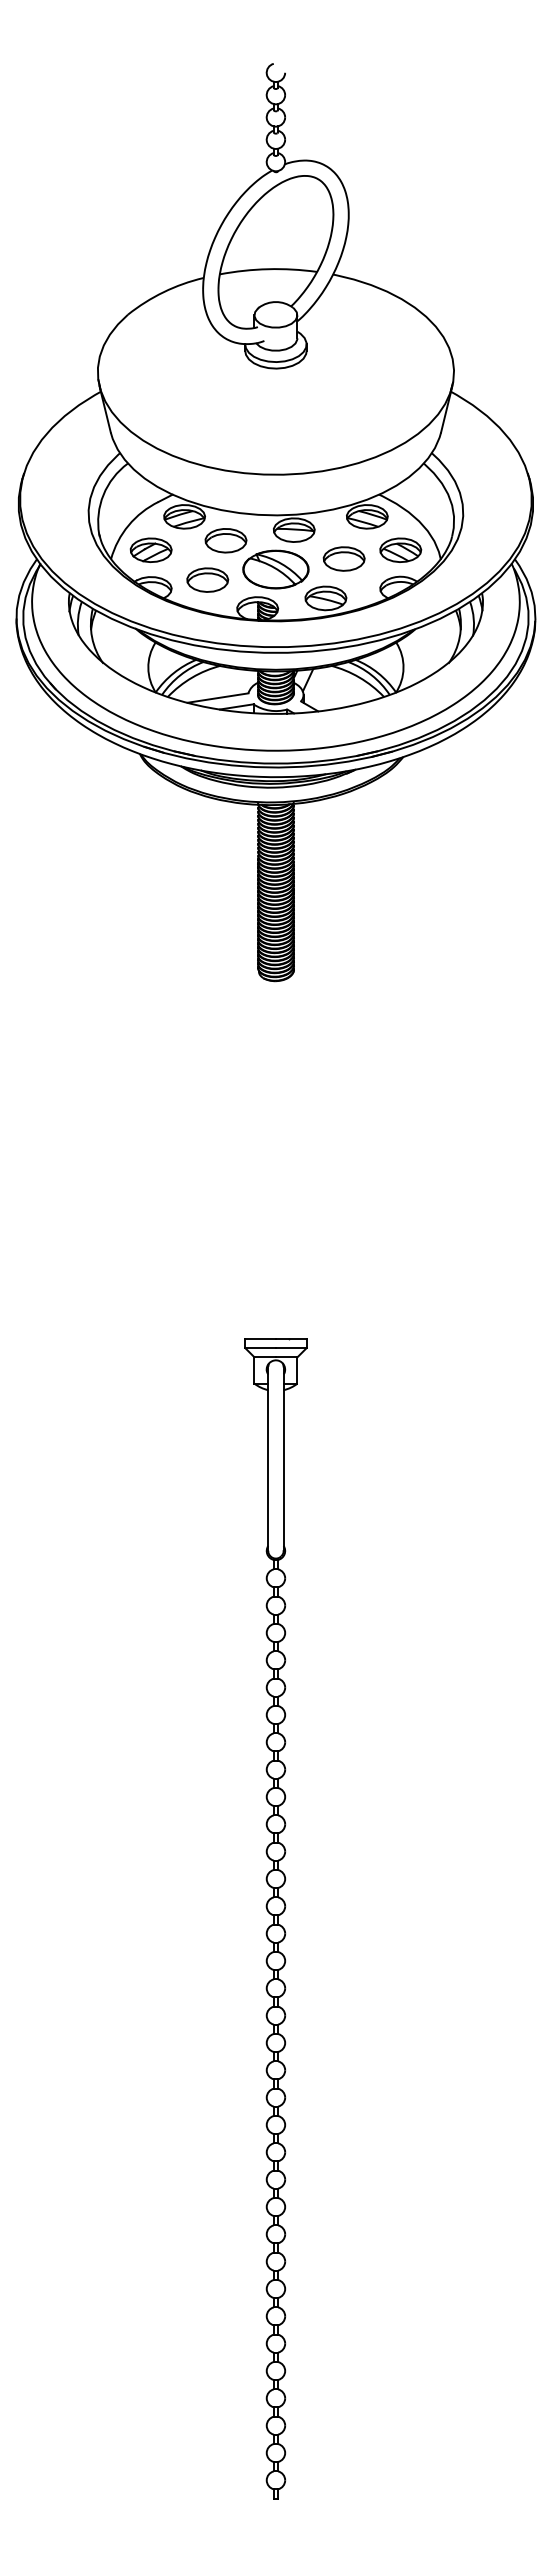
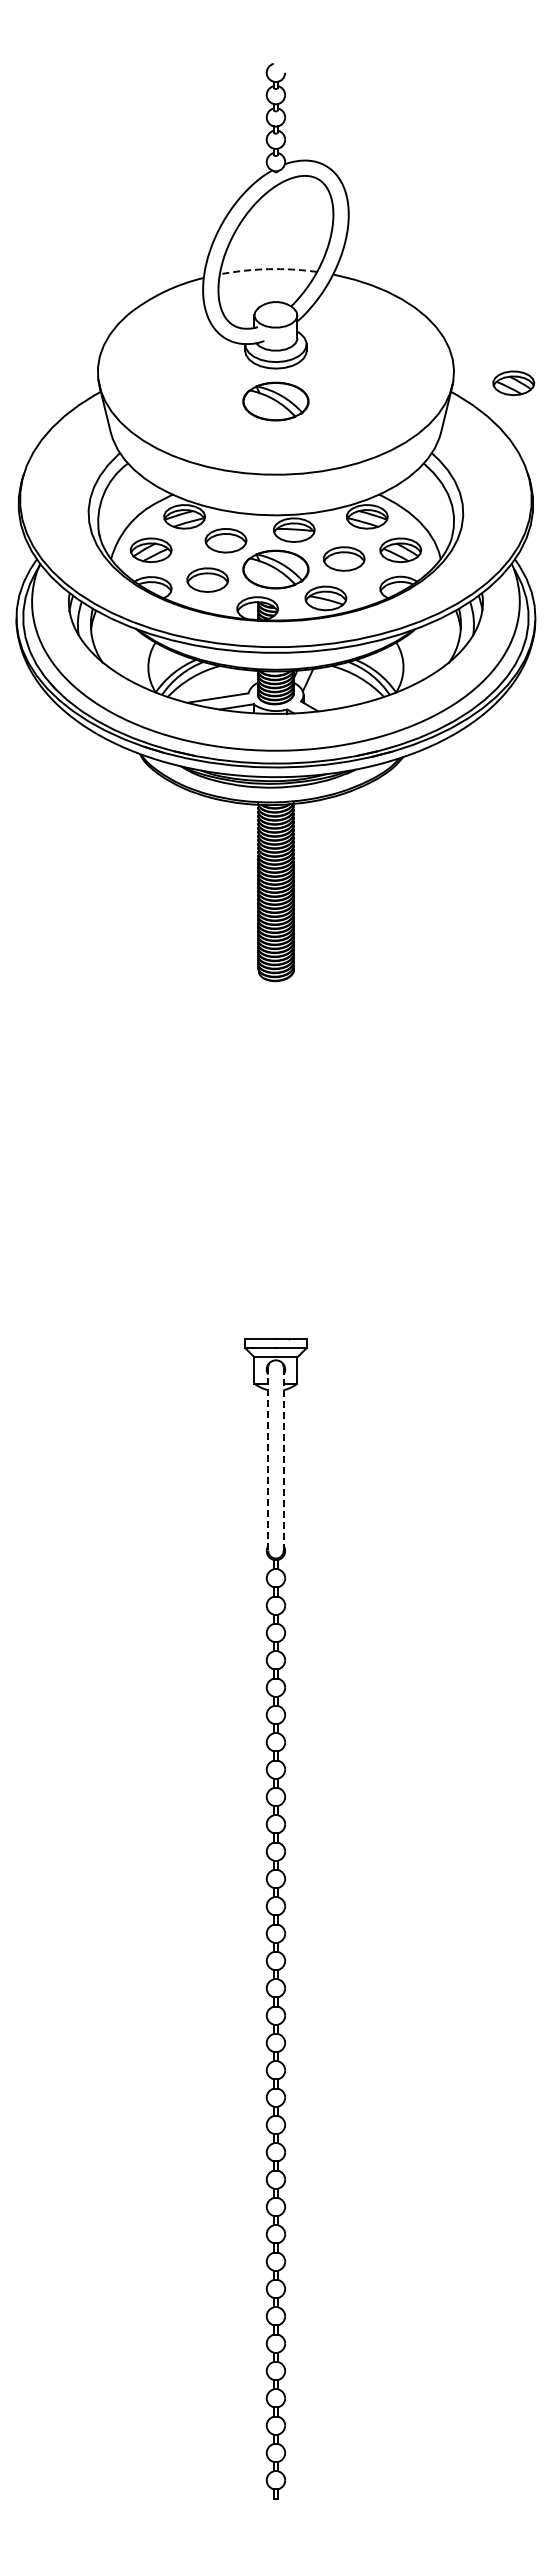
arc at (268, 269): solid -> dashed
part at (513, 382): none -> present
part at (275, 401): none -> present
line at (283, 1458): solid -> dashed
line at (268, 1459): solid -> dashed
